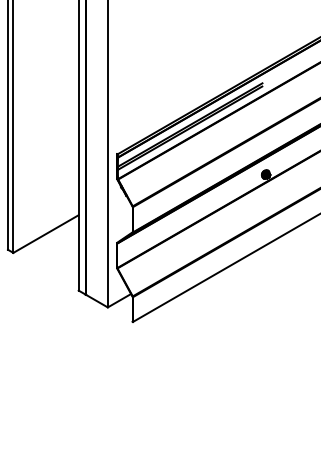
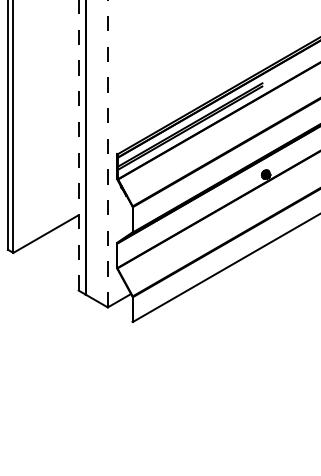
line at (78, 145): solid -> dashed
line at (107, 153): solid -> dashed
